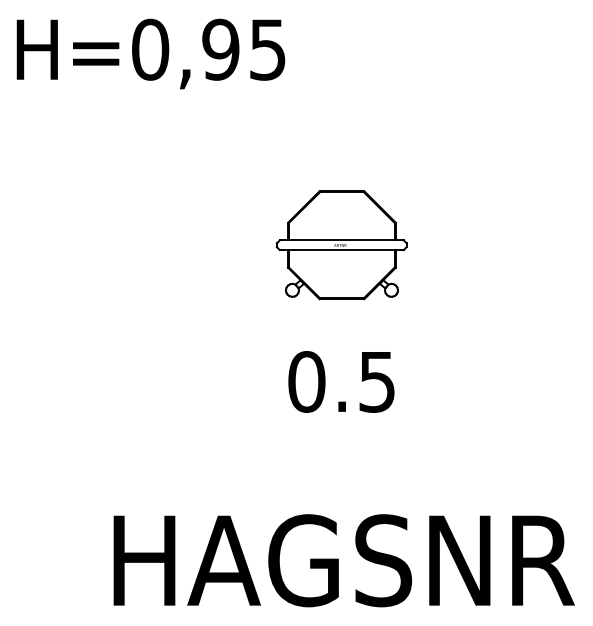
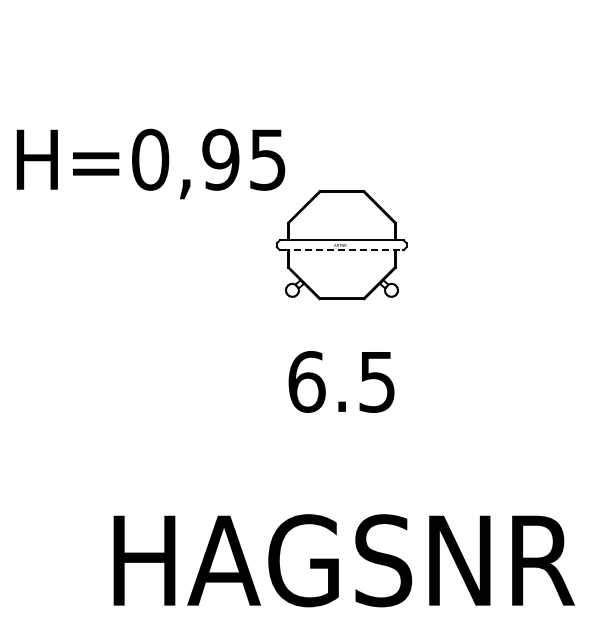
text at (150, 53) position: (150, 53) -> (150, 163)
line at (343, 250): solid -> dashed
text at (306, 381): 0.5 -> 6.5
